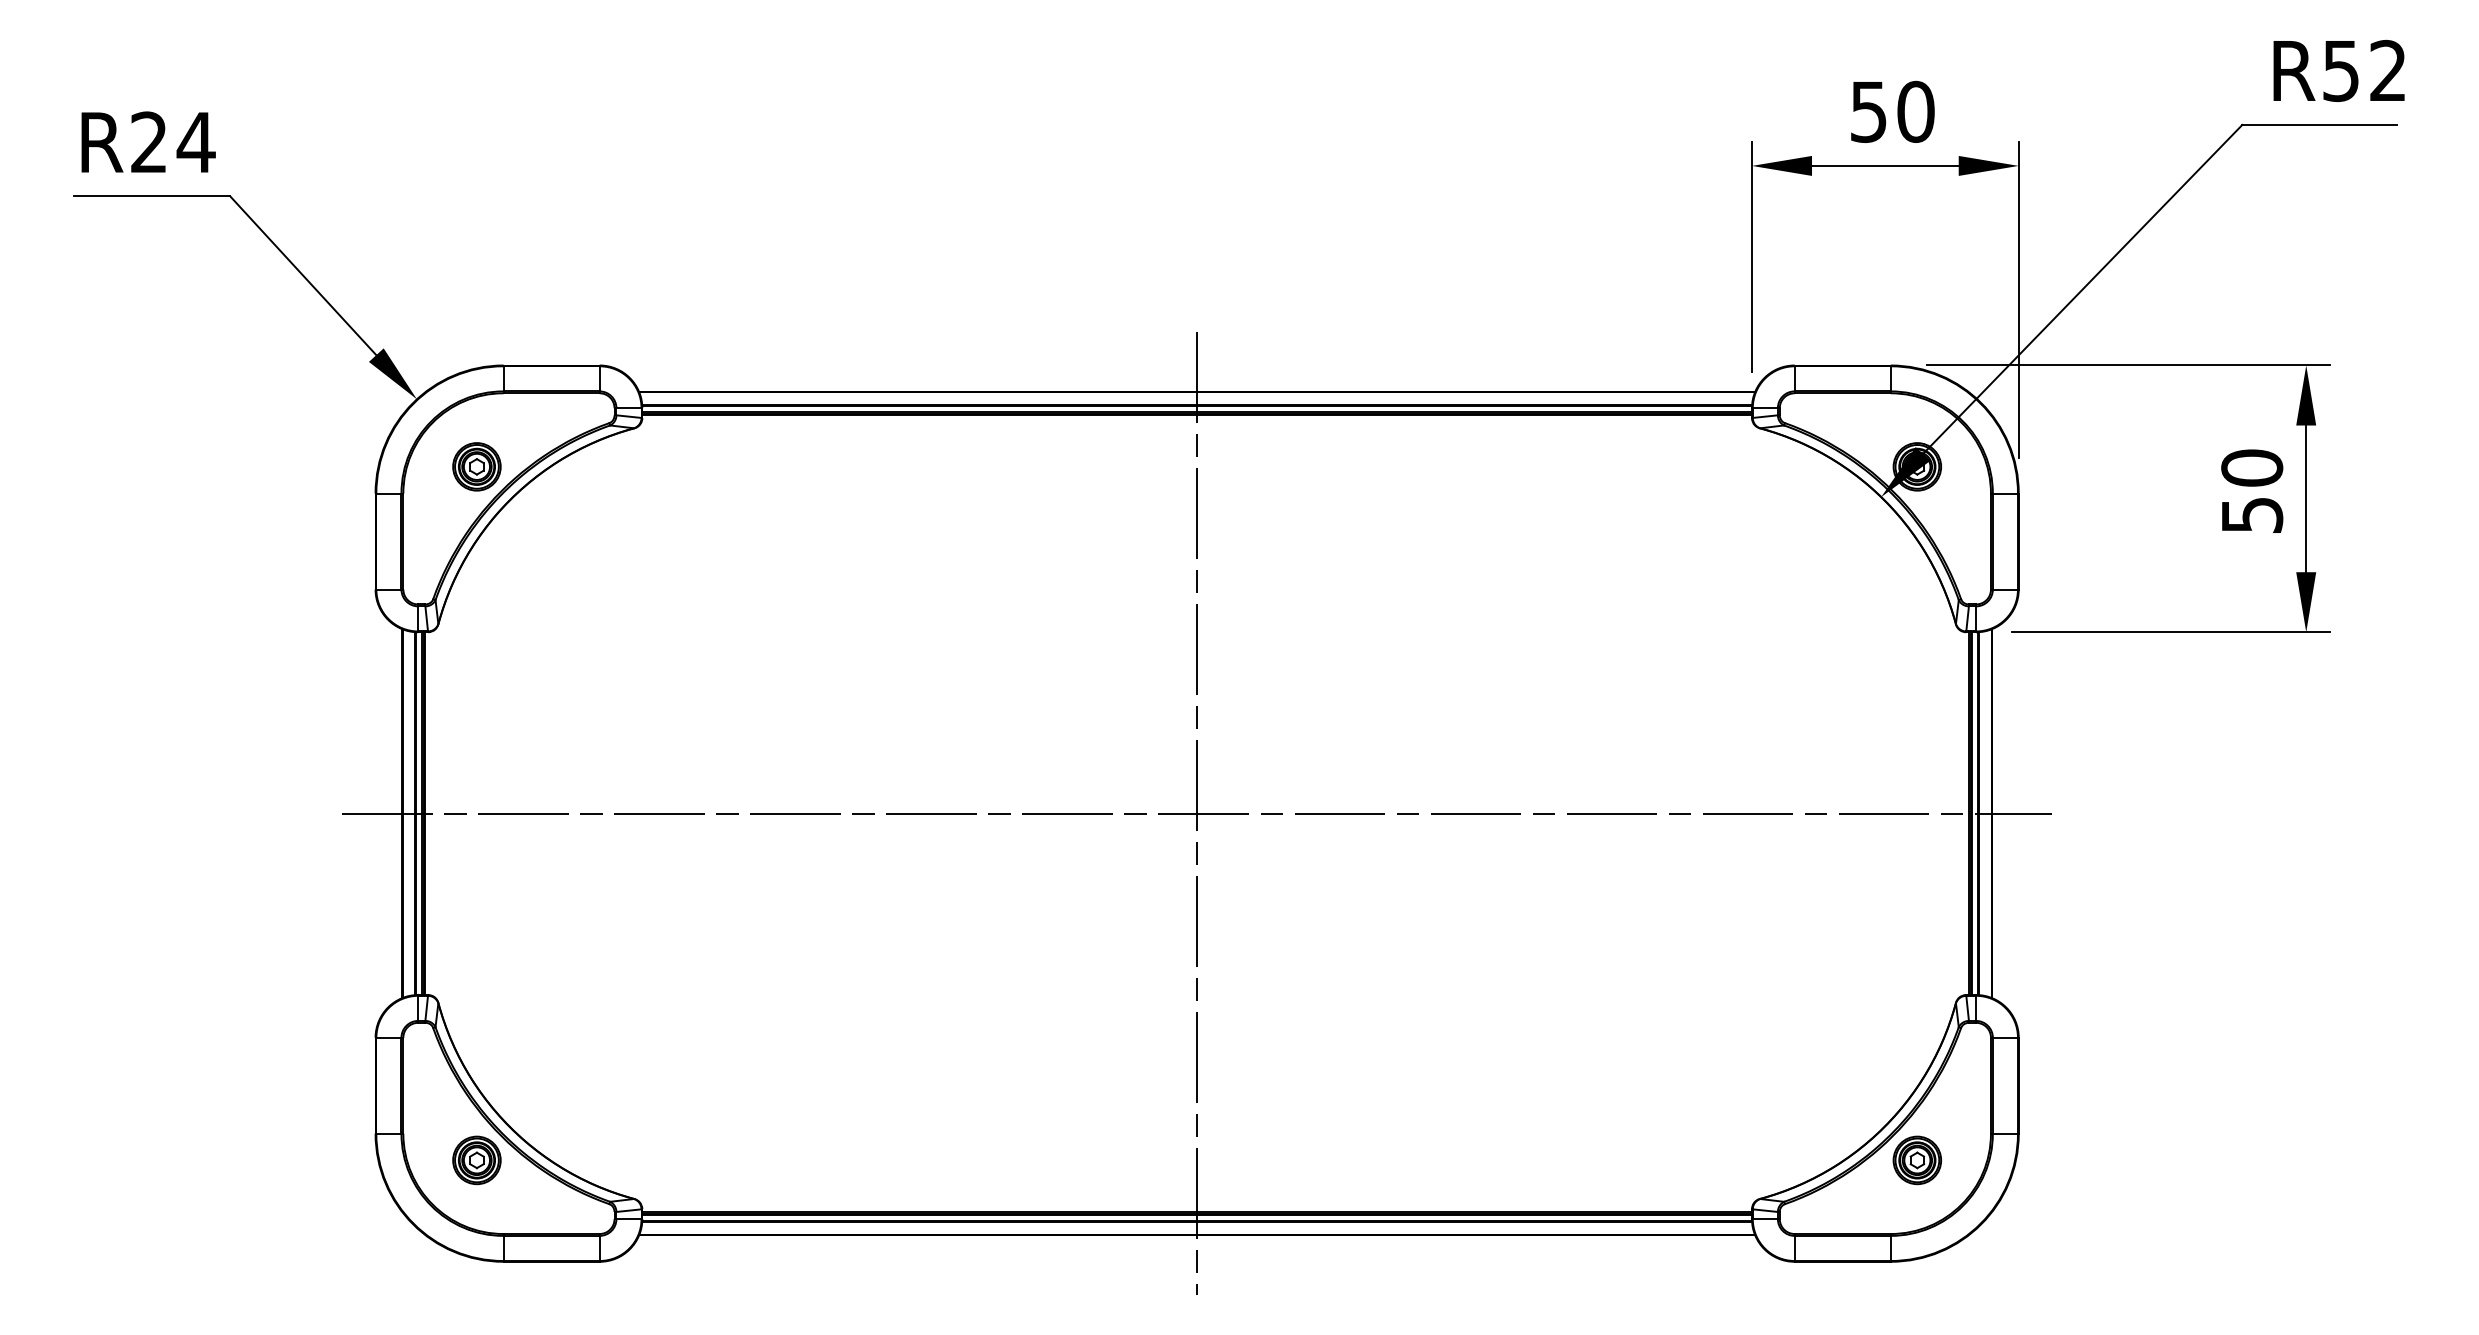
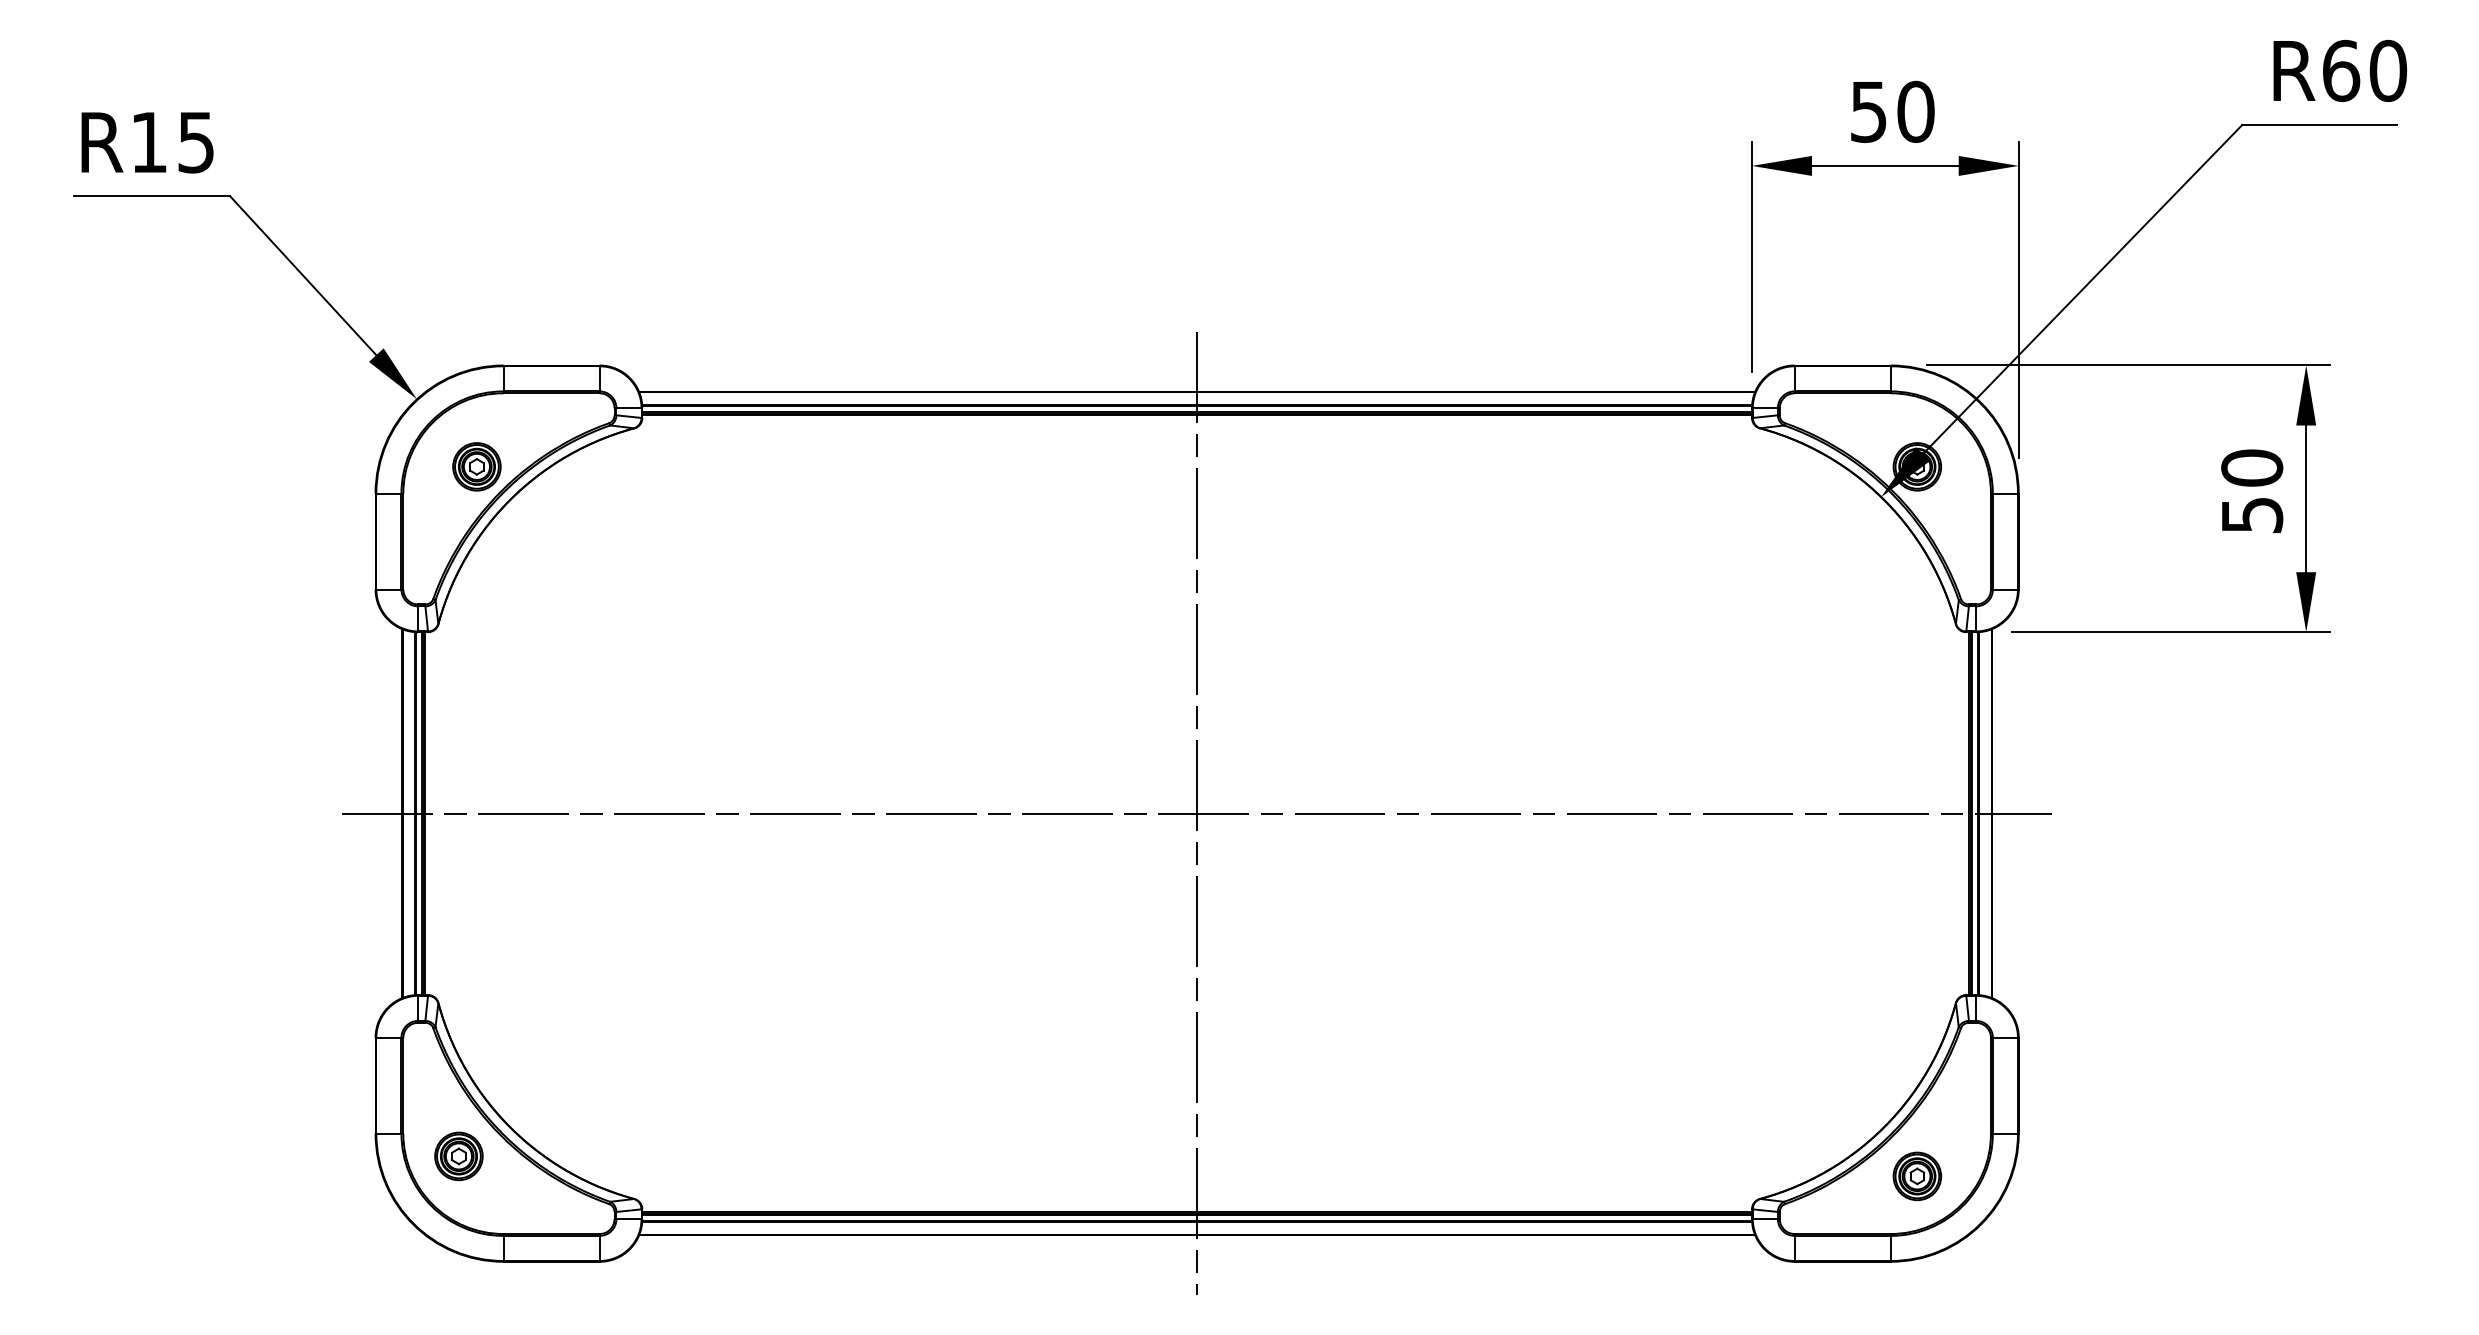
text at (2365, 70): R52 -> R60
text at (173, 142): R24 -> R15
part at (476, 1160) position: (476, 1160) -> (458, 1156)
part at (1916, 1160) position: (1916, 1160) -> (1916, 1176)
